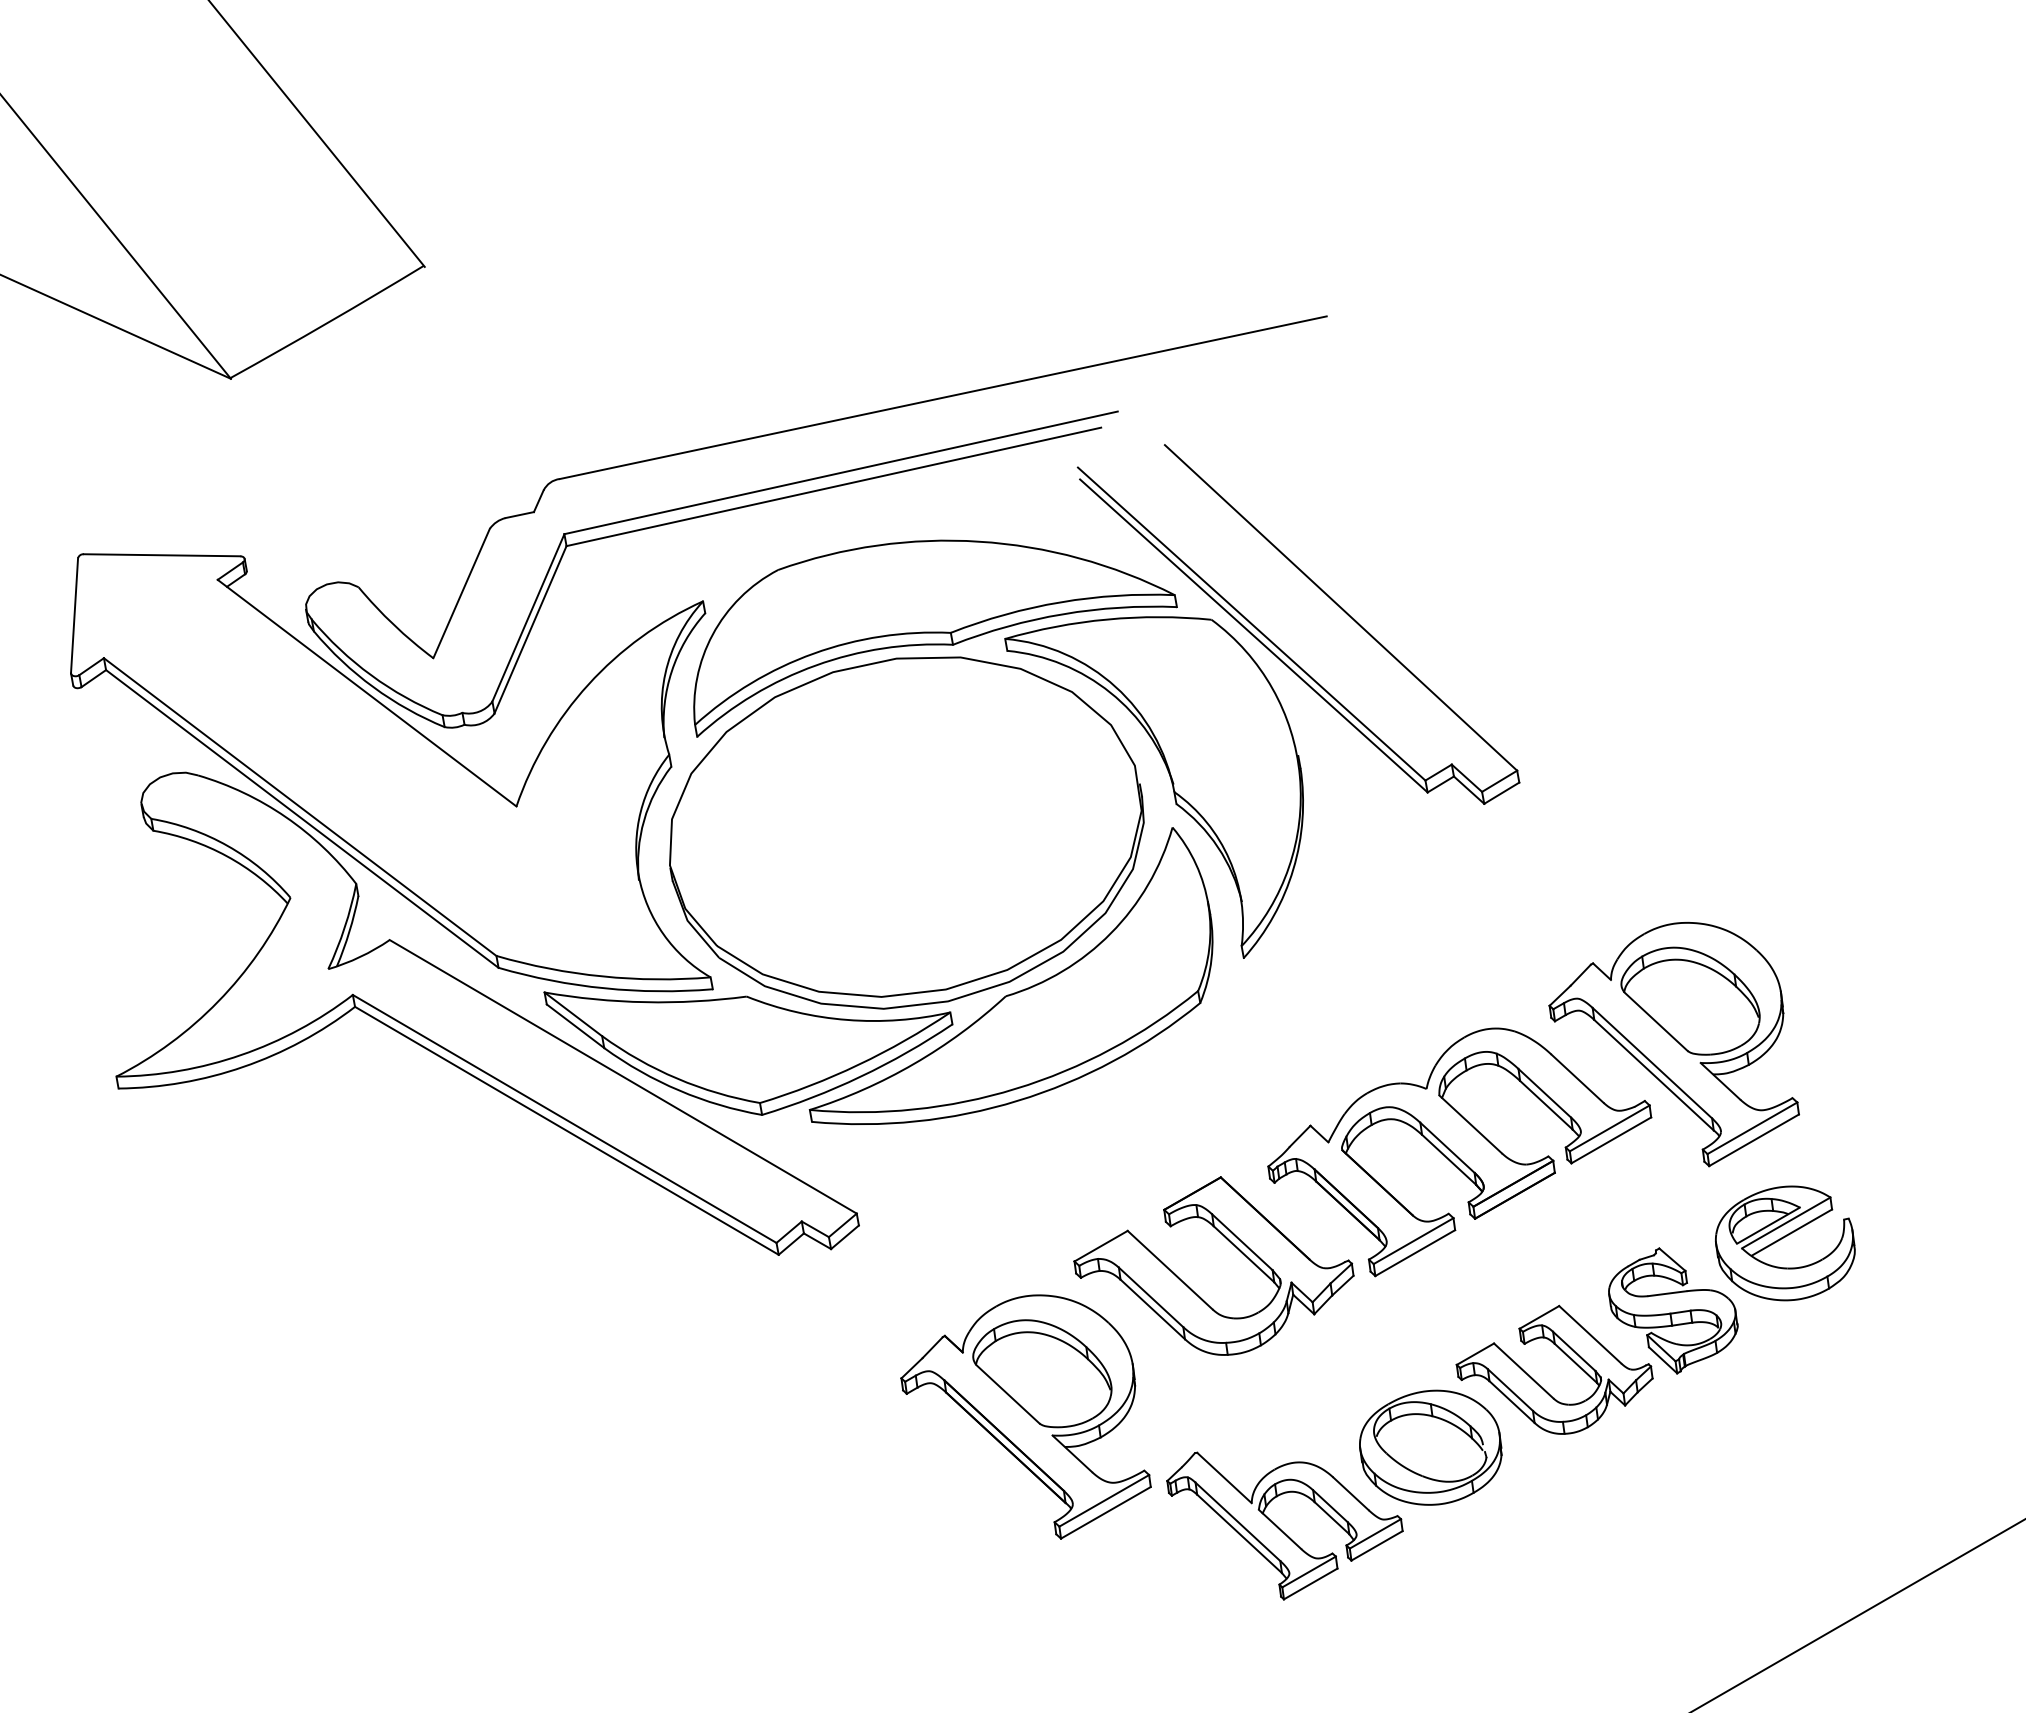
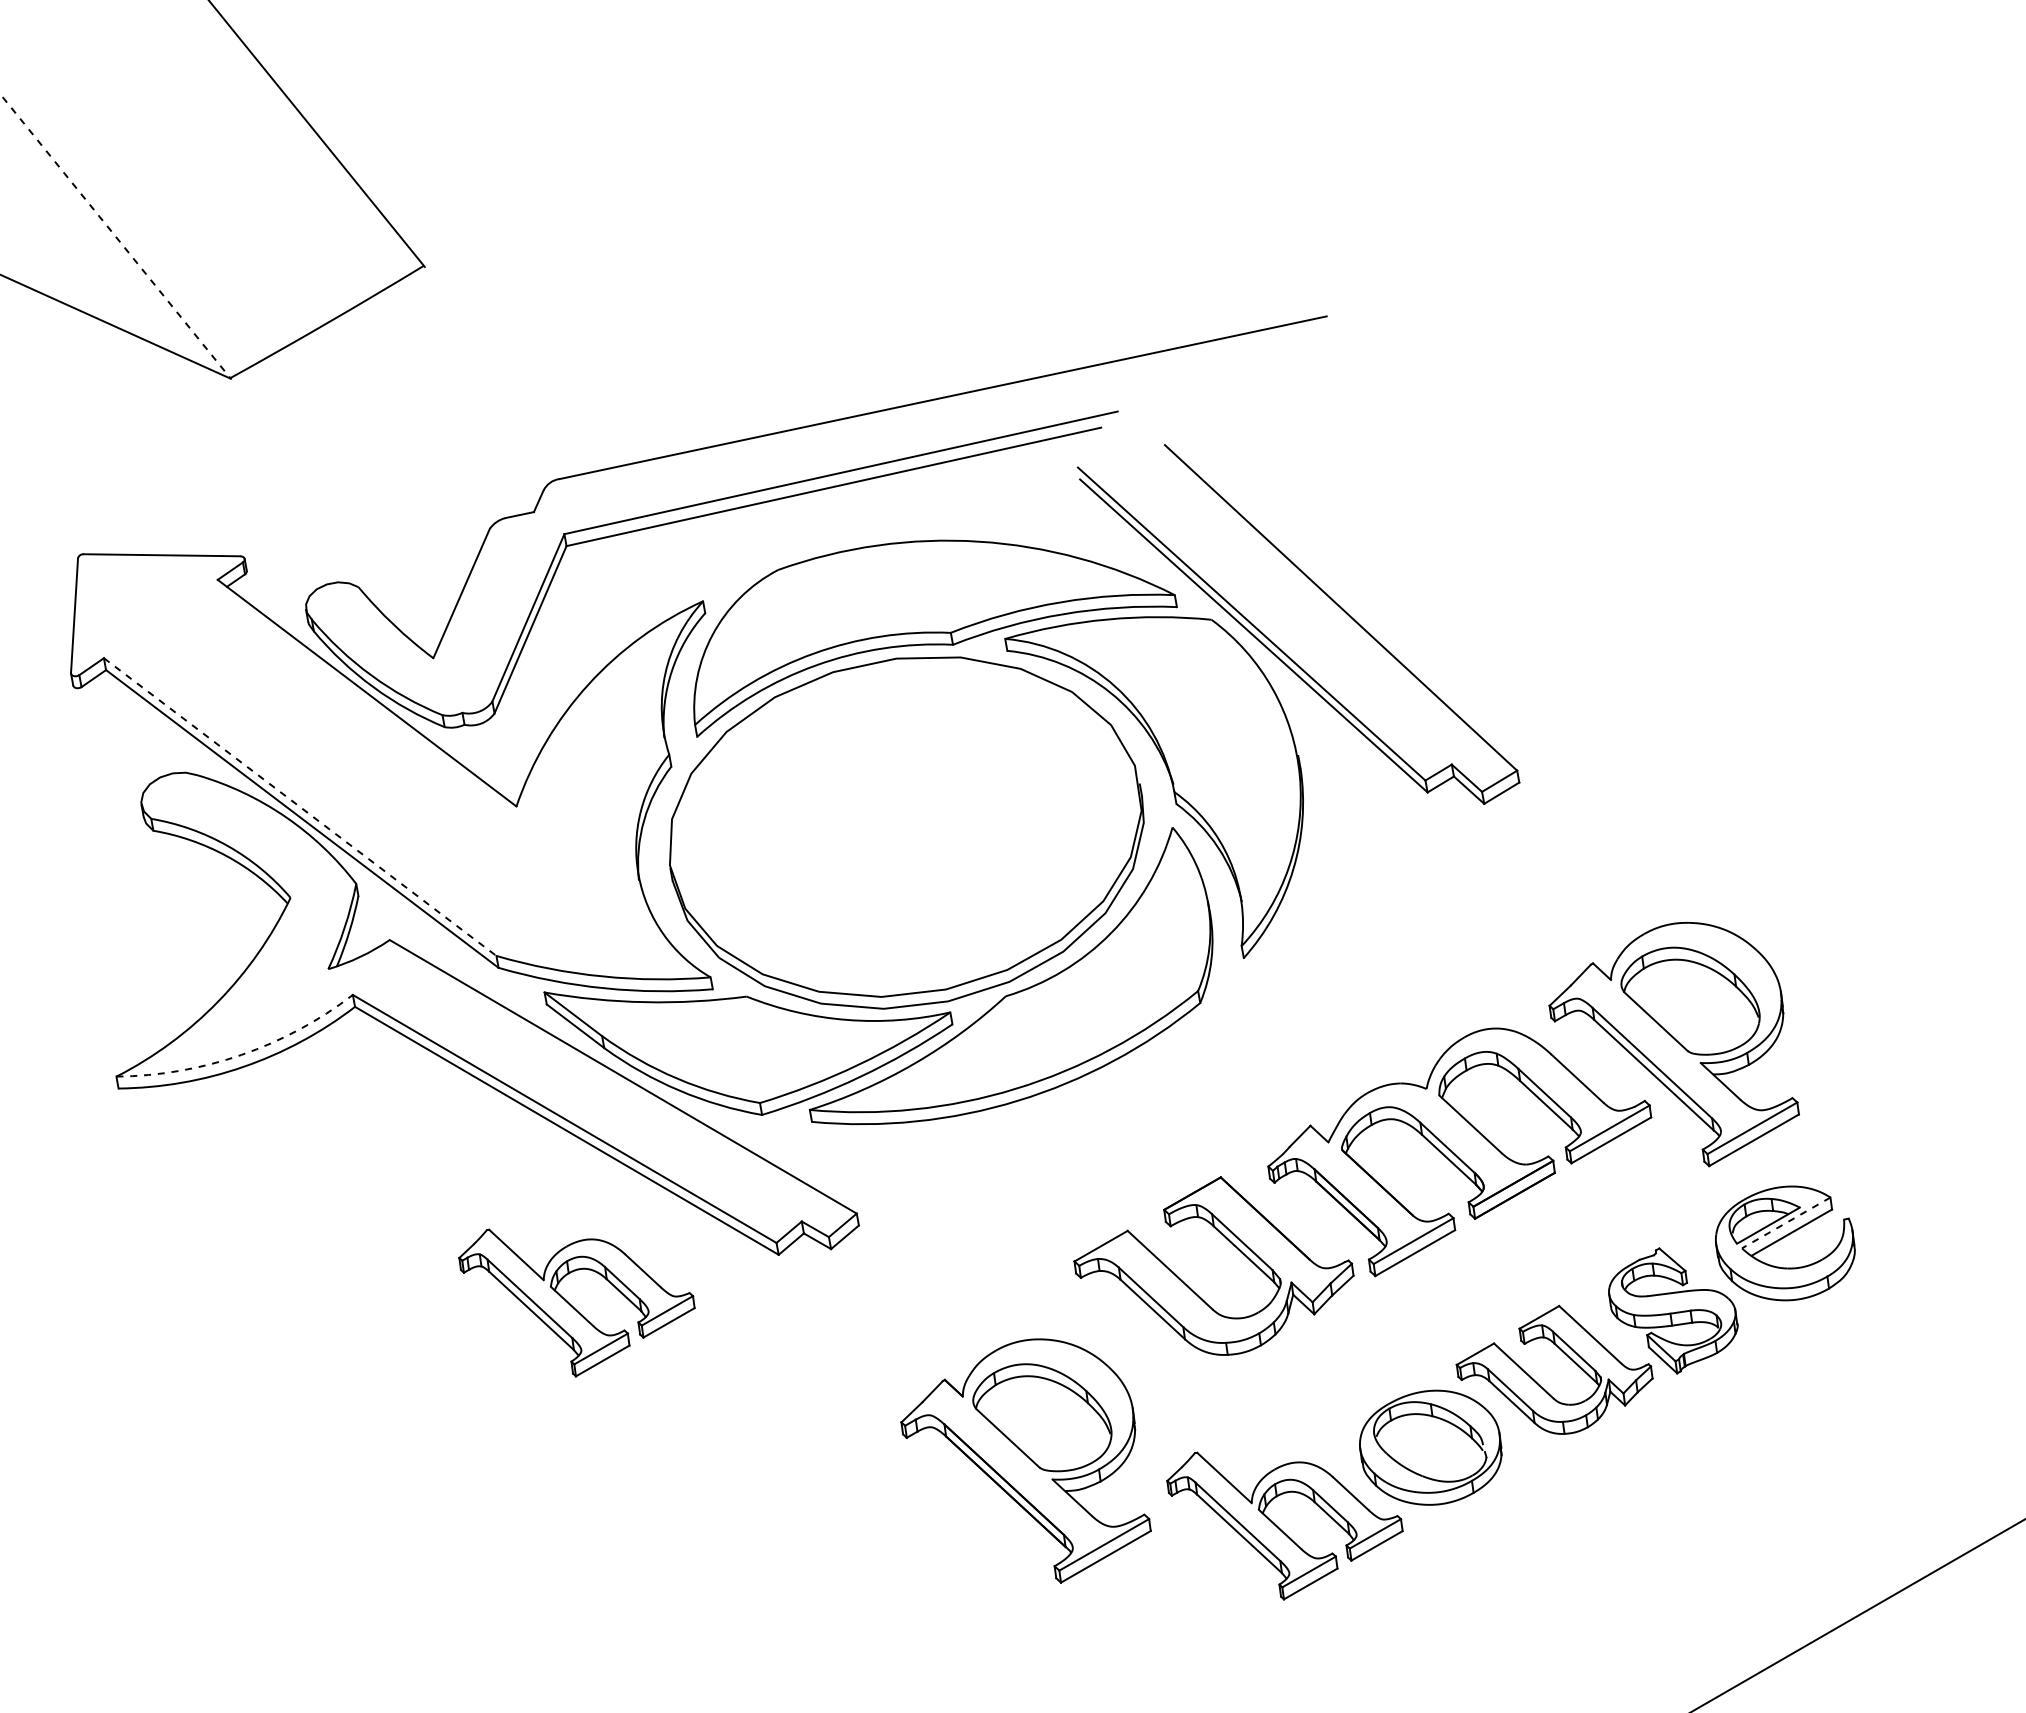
line at (115, 236): solid -> dashed
line at (300, 807): solid -> dashed
arc at (241, 1055): solid -> dashed
line at (1786, 1222): solid -> dashed
part at (576, 1302): none -> present
part at (1025, 1416) position: (1025, 1416) -> (1025, 1460)
